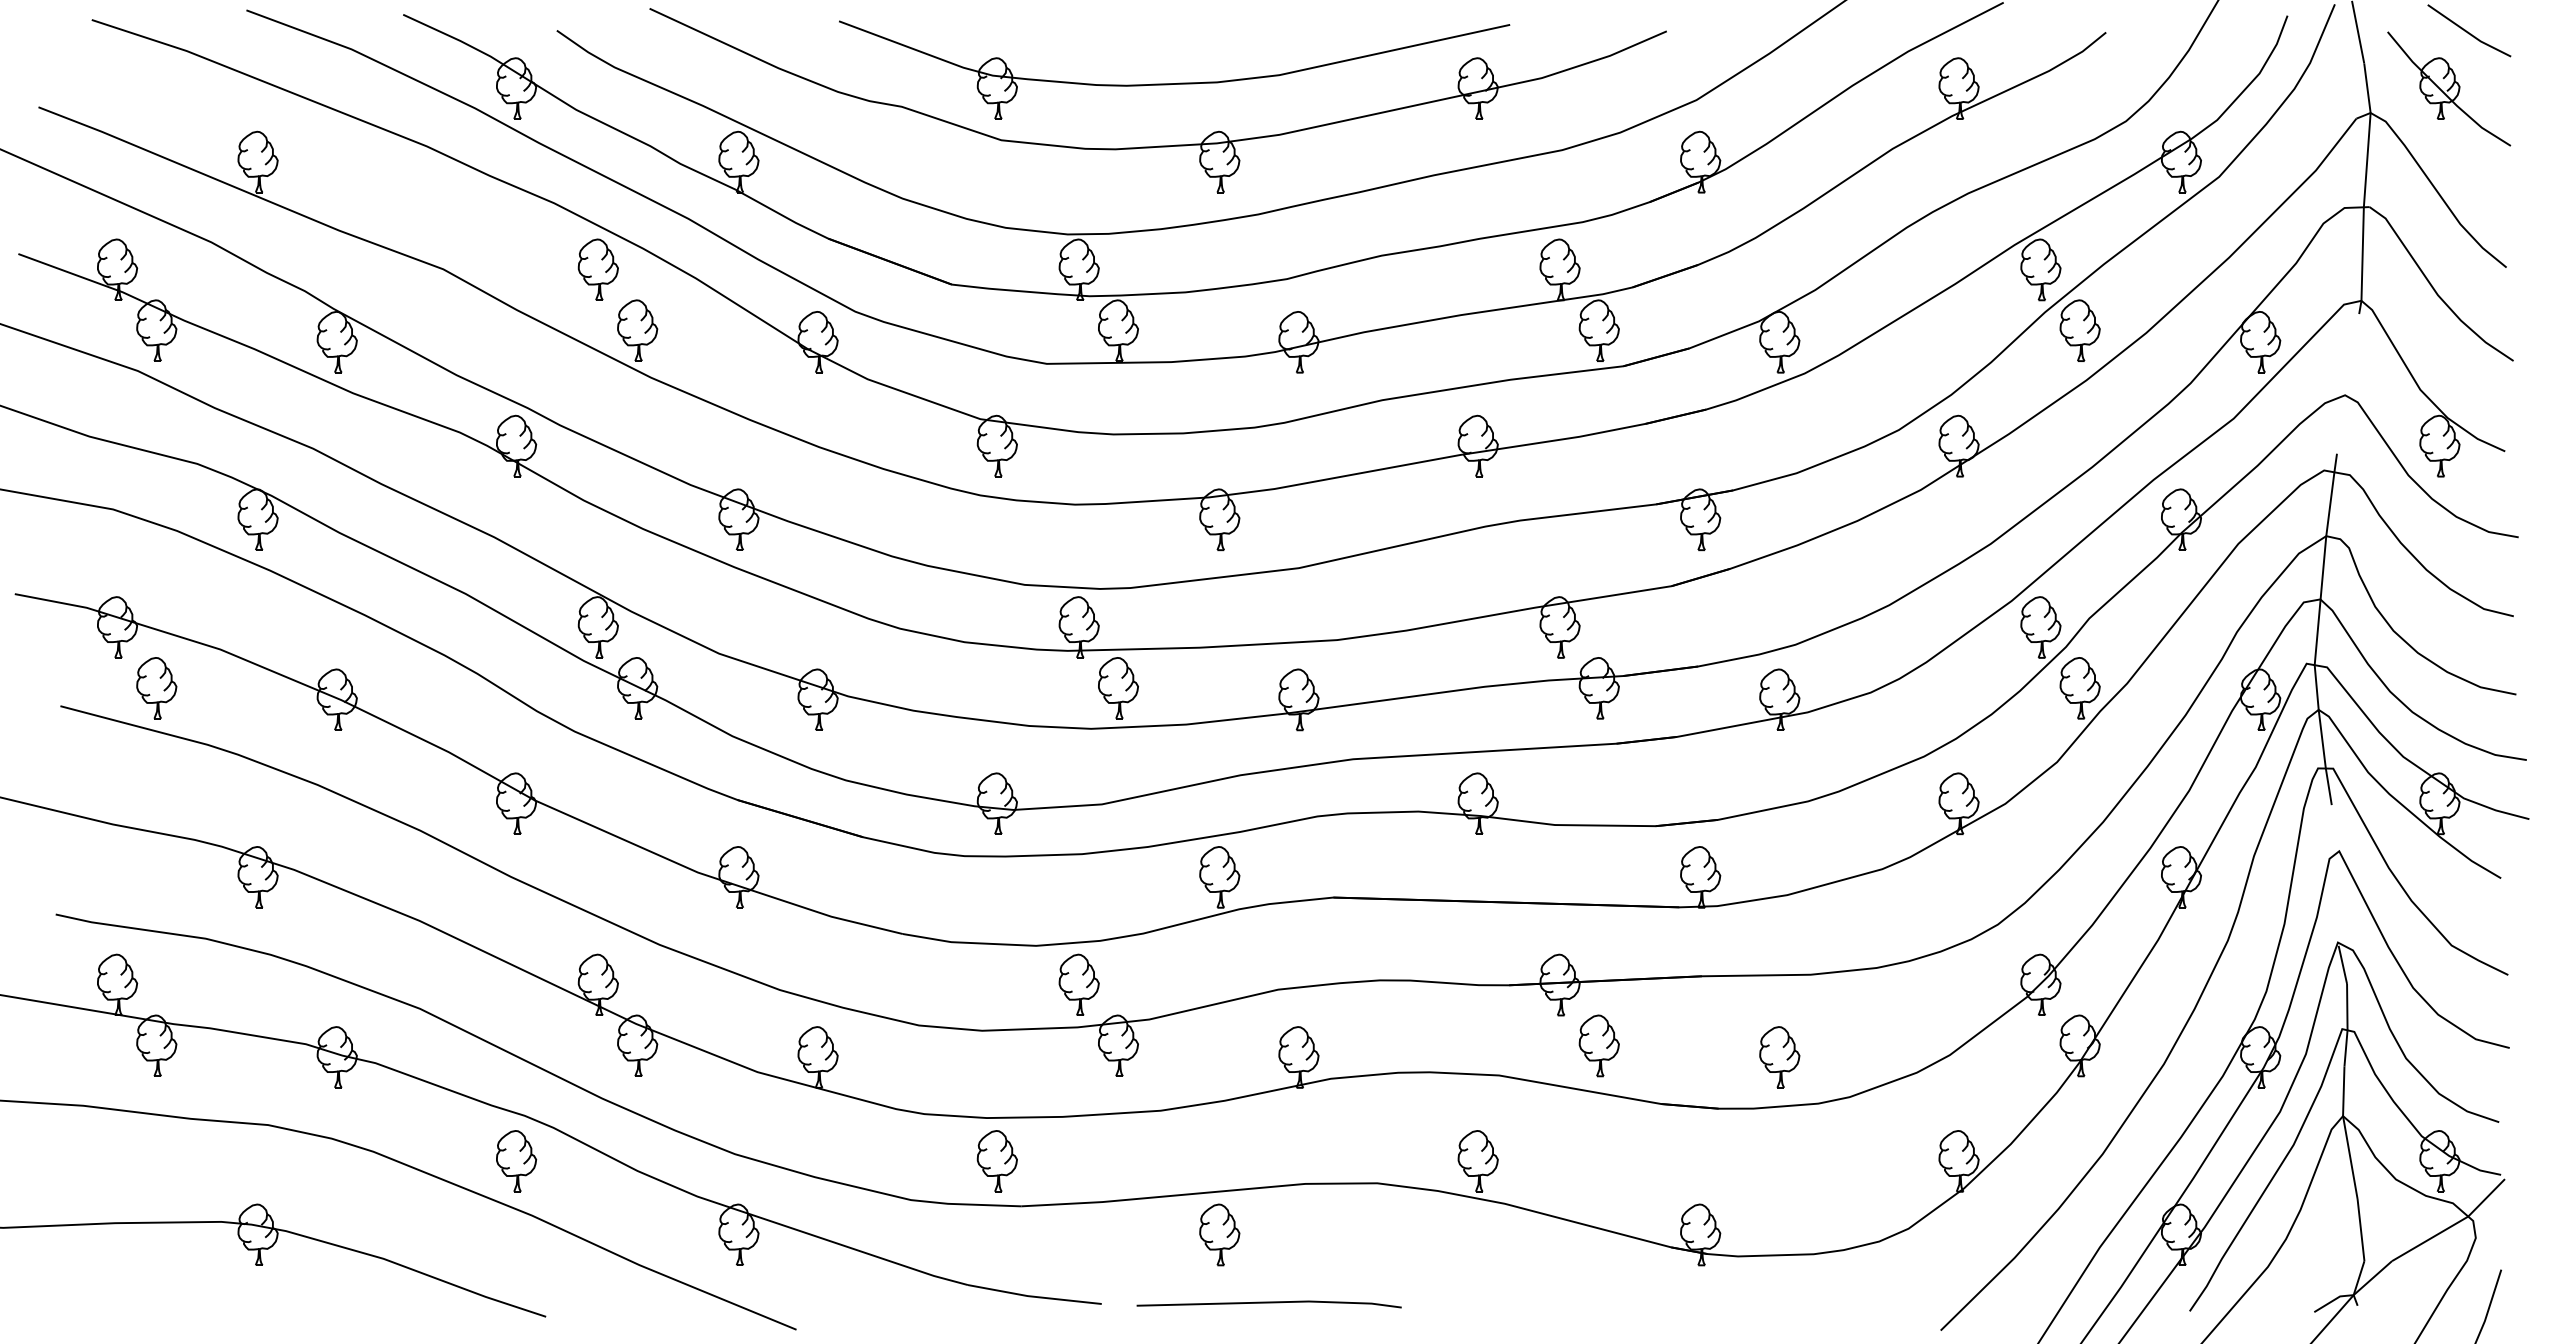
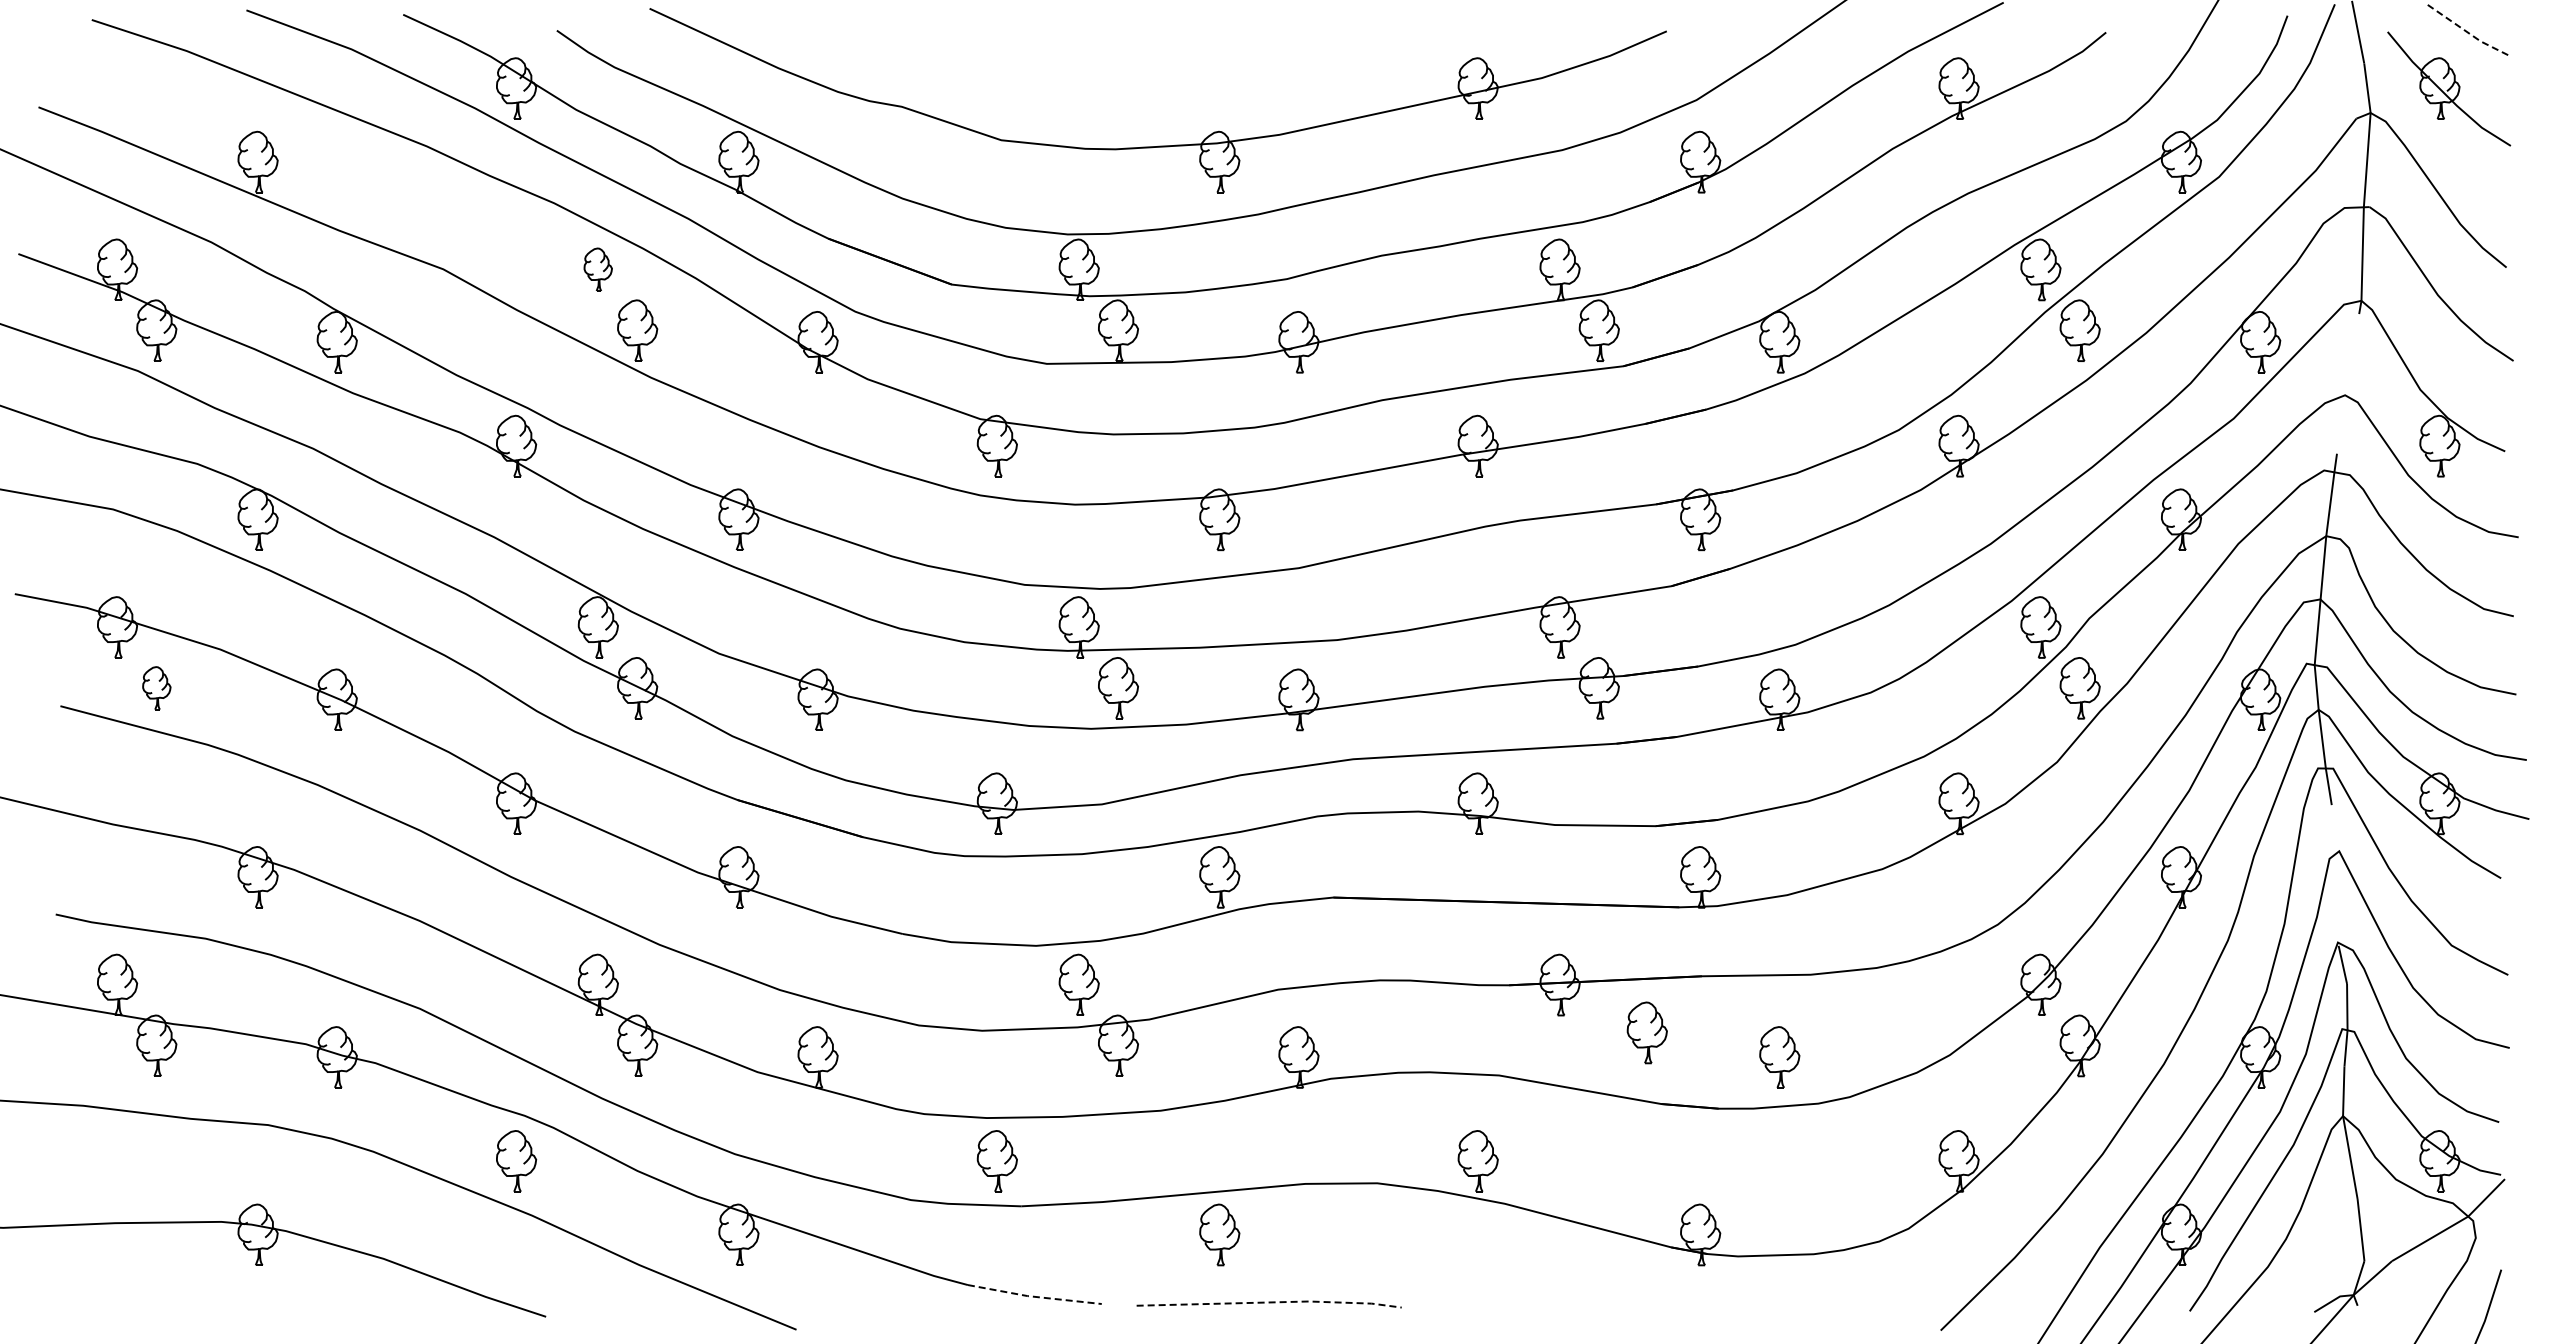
line at (2468, 33): solid -> dashed
part at (1178, 82): present -> none
part at (597, 269) size: 42x63 px -> 30x45 px
part at (156, 688) size: 42x63 px -> 30x45 px
part at (1598, 1045) position: (1598, 1045) -> (1646, 1032)
line at (1034, 1296): solid -> dashed
line at (1271, 1302): solid -> dashed
